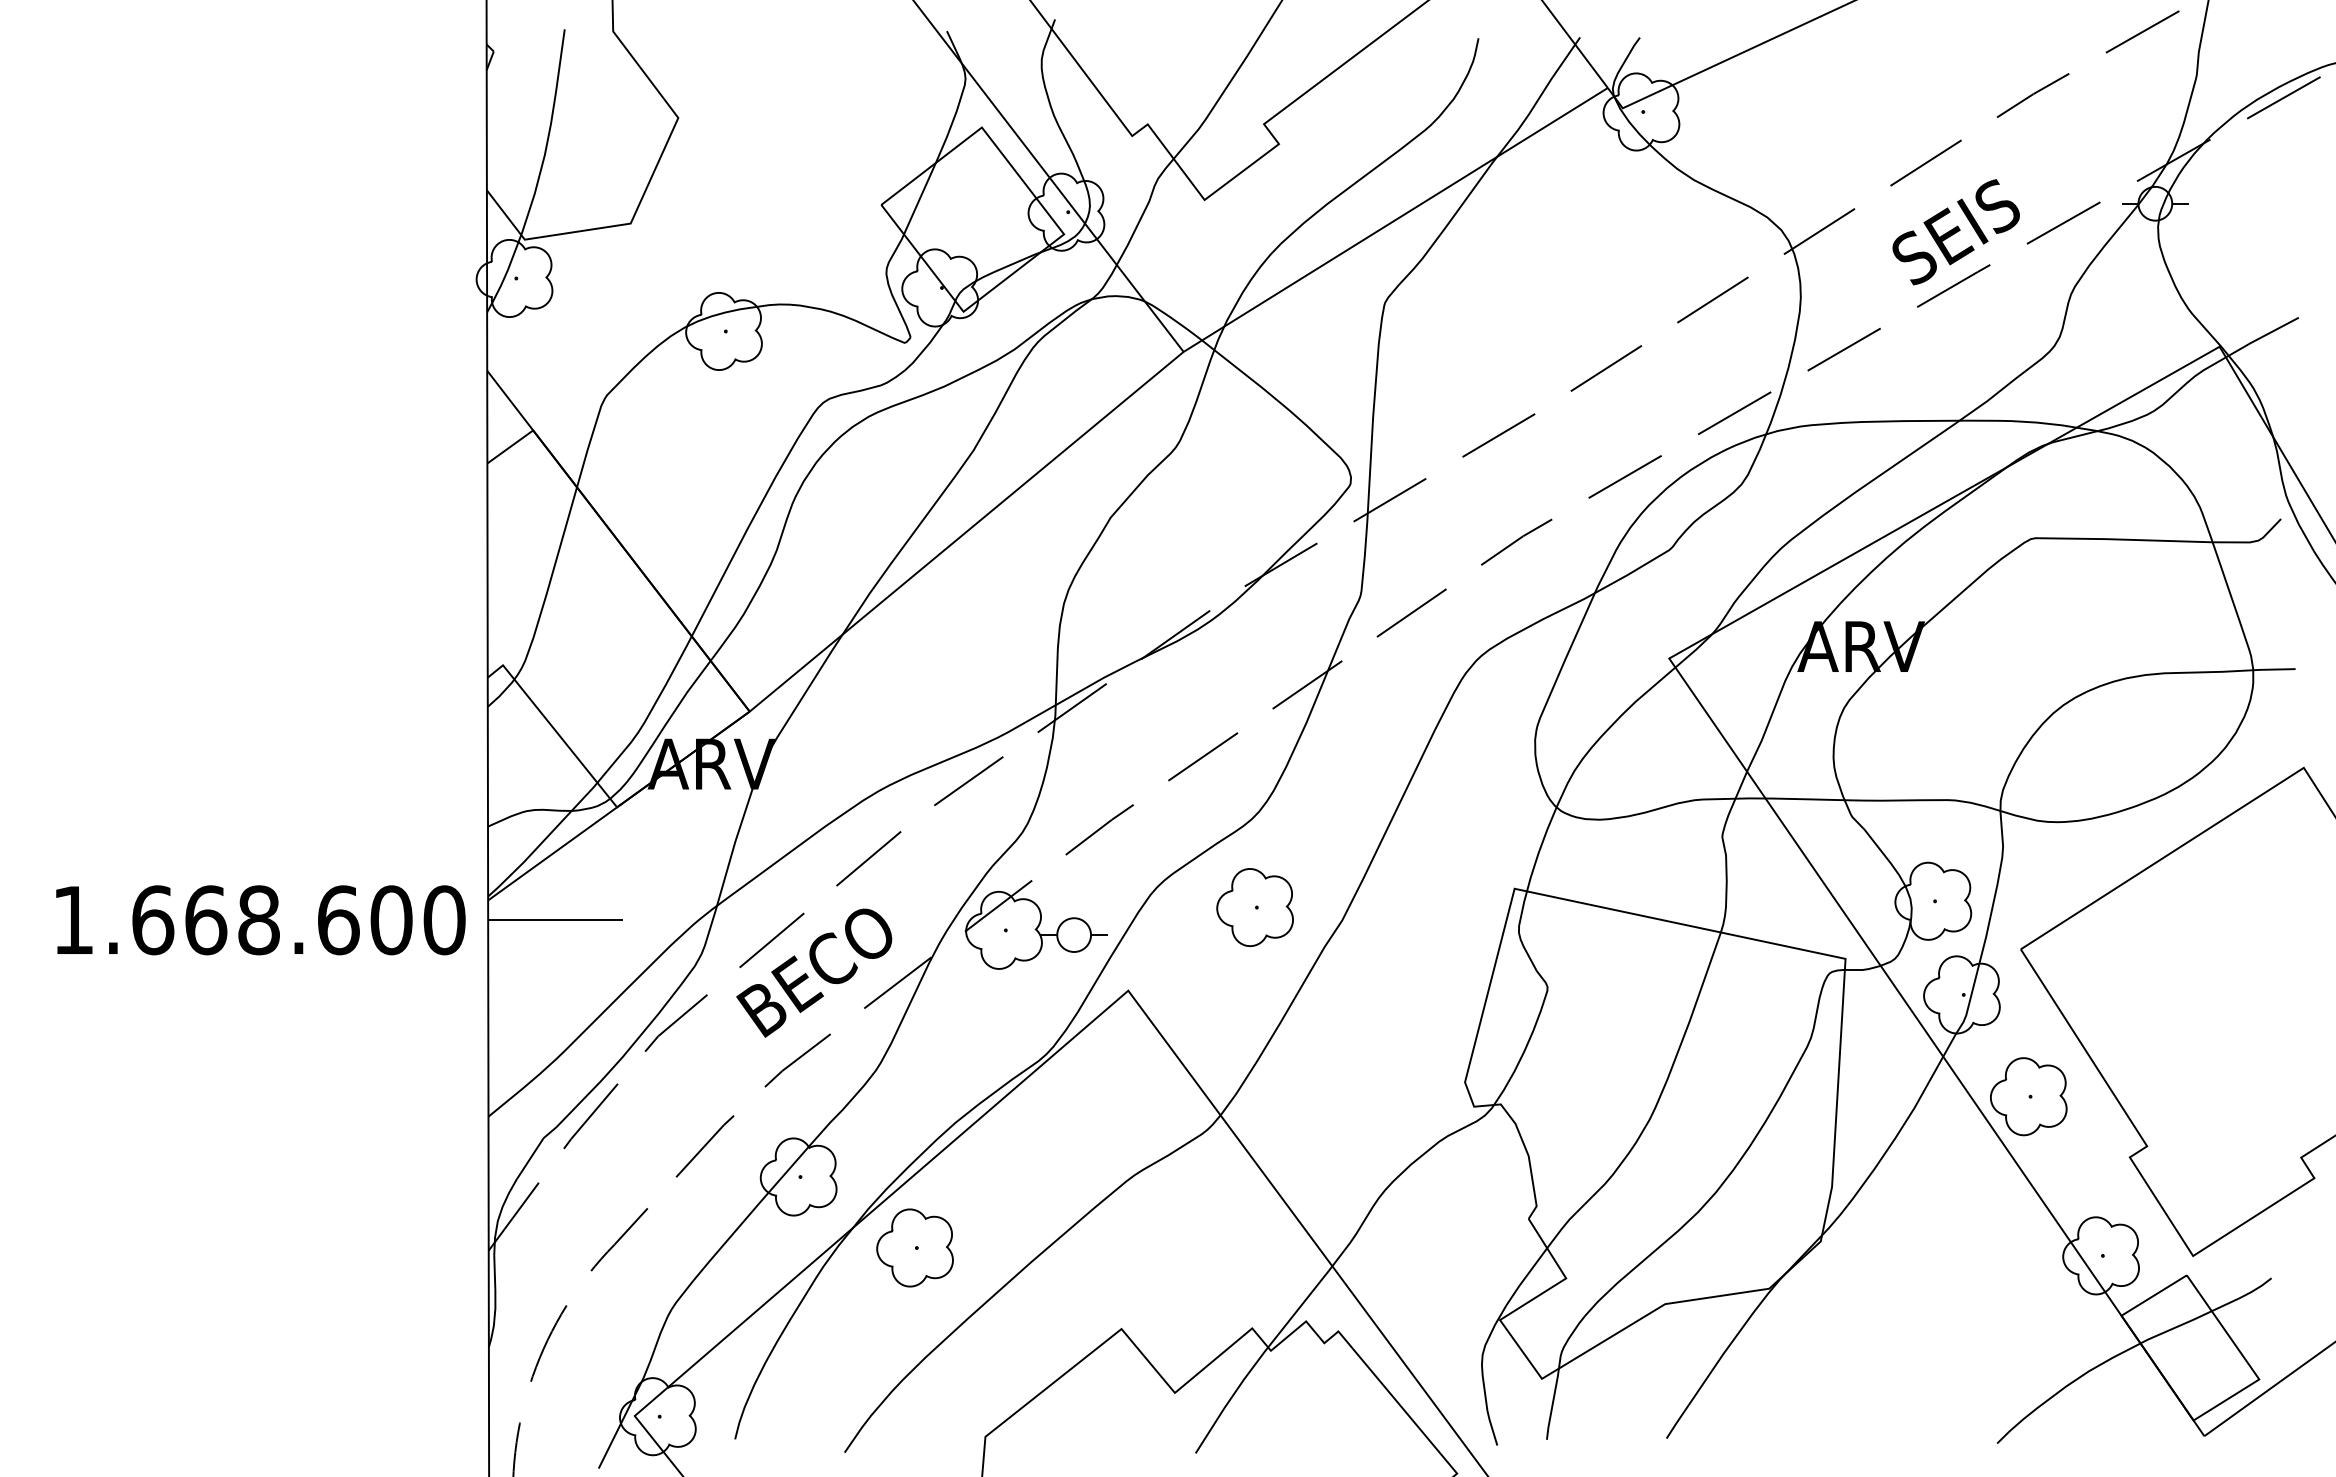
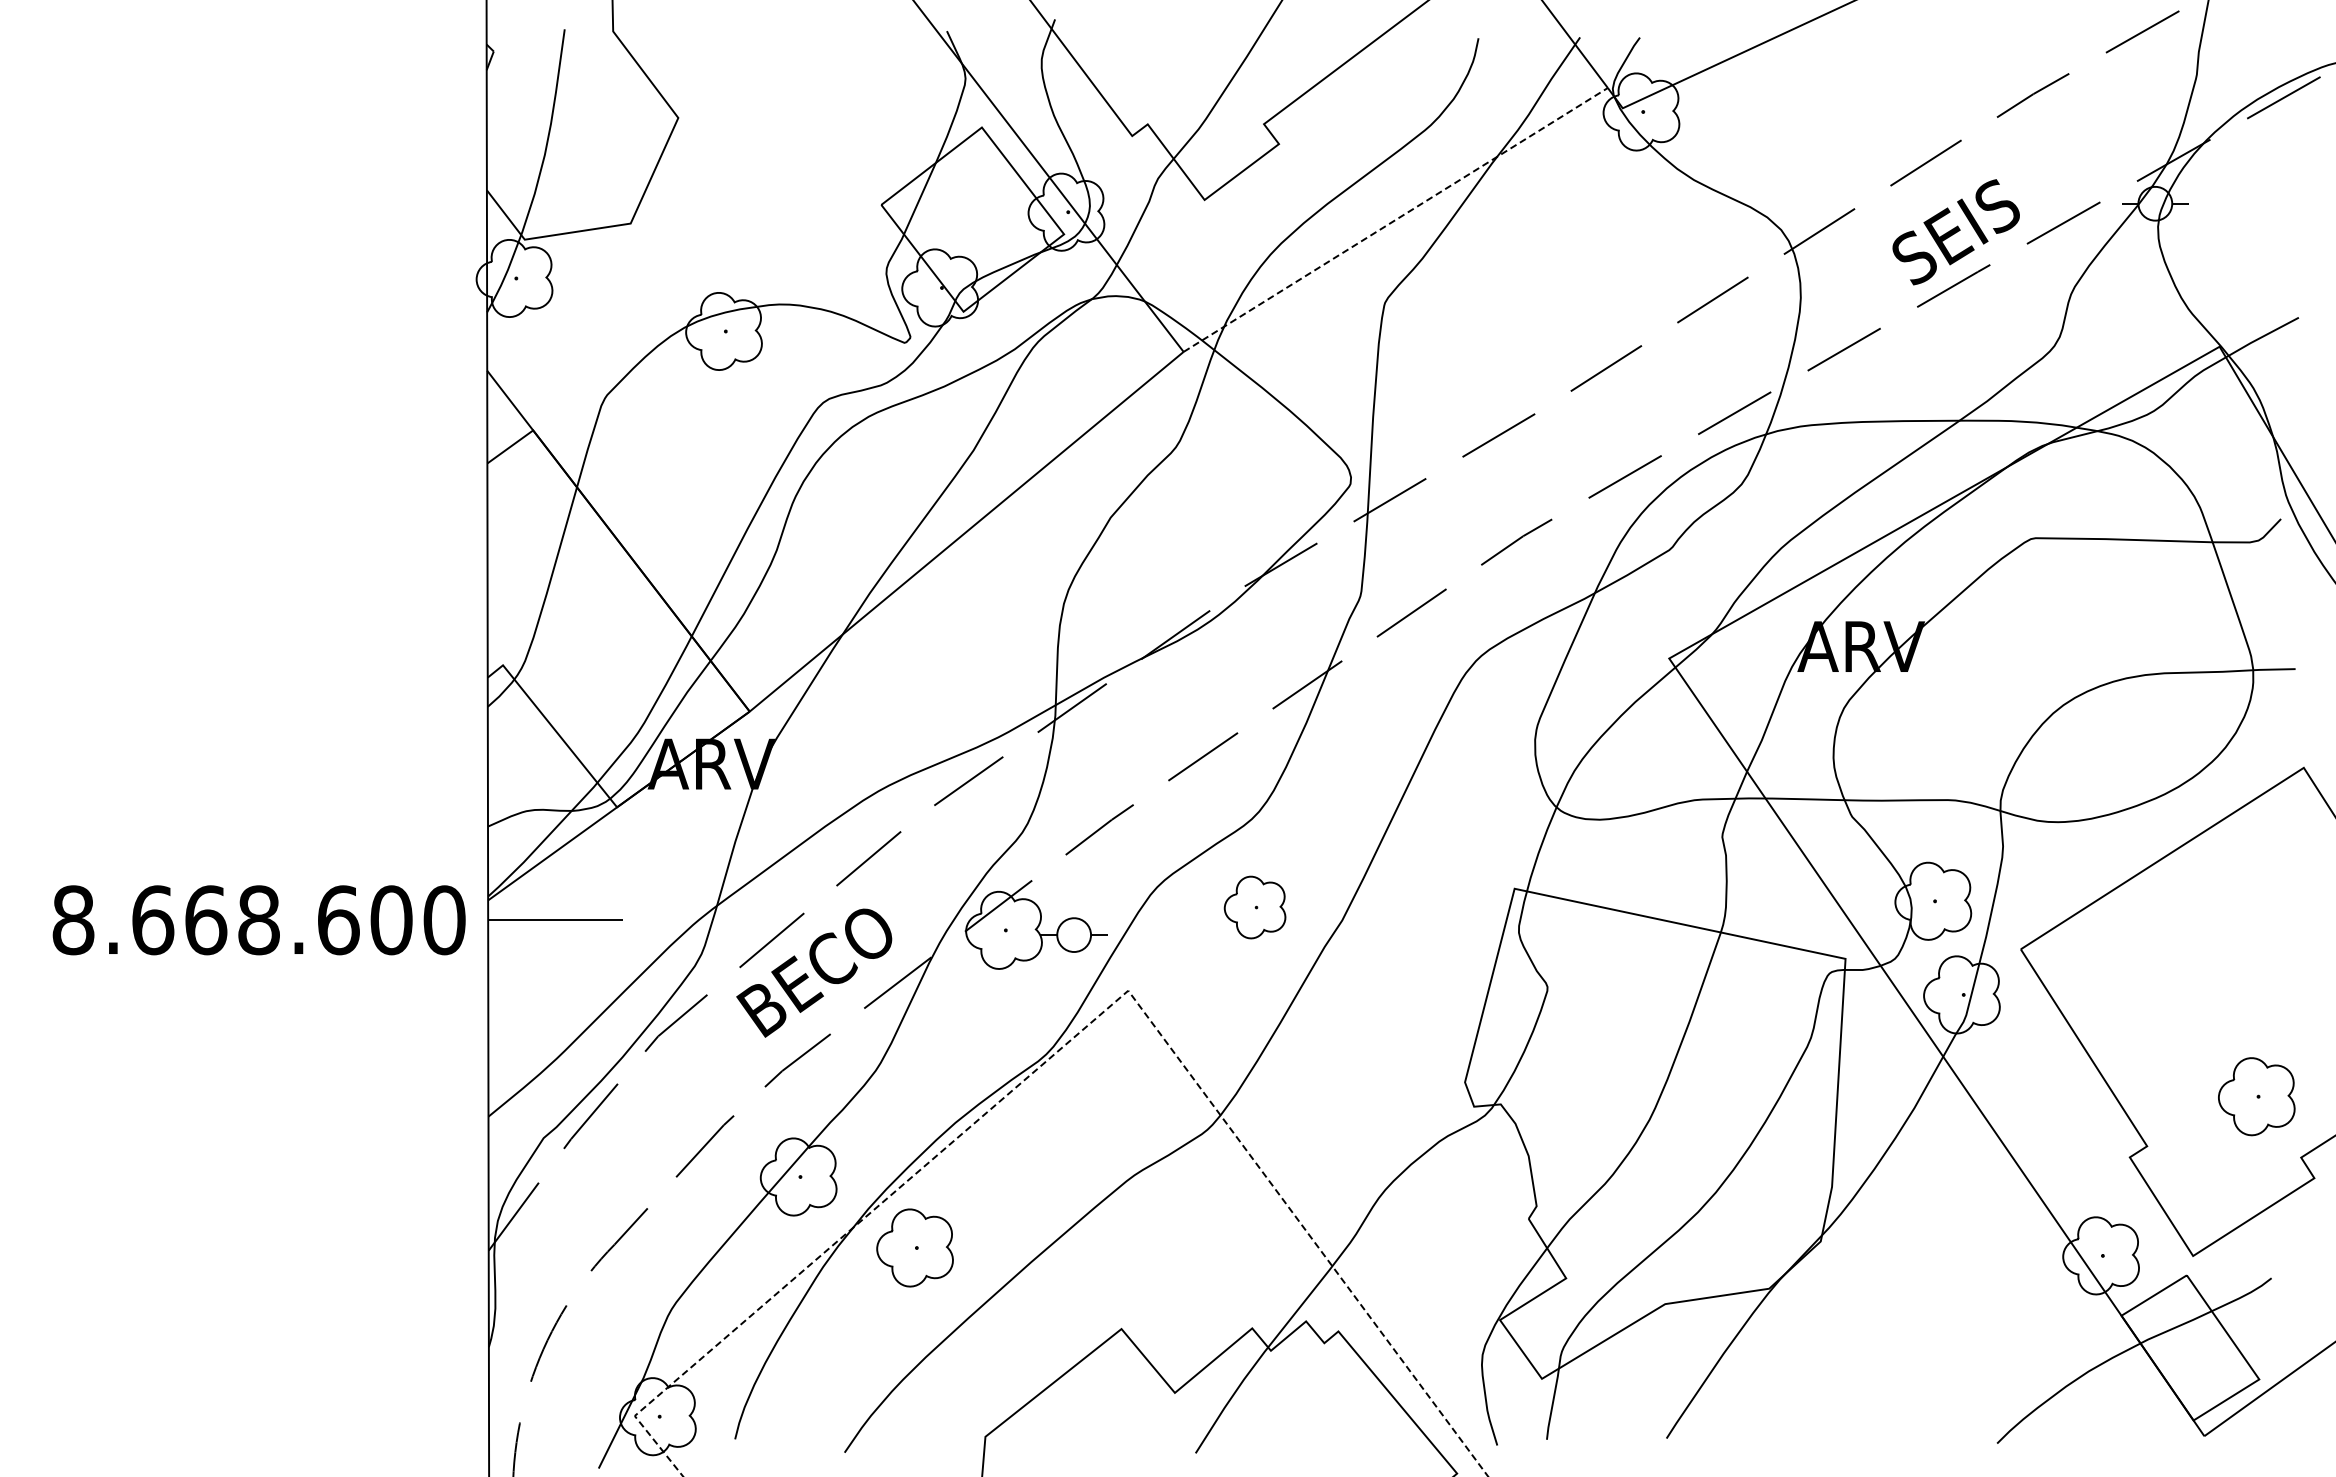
line at (1395, 219): solid -> dashed
part at (1254, 907) size: 78x79 px -> 64x65 px
text at (73, 920): 1.668.600 -> 8.668.600
line at (1081, 1031): solid -> dashed
part at (2028, 1096) position: (2028, 1096) -> (2256, 1096)
